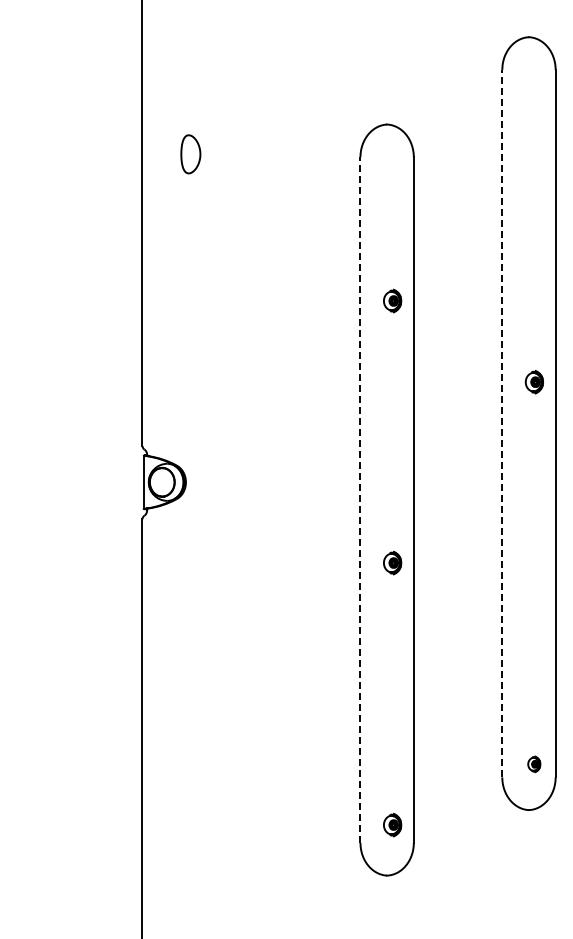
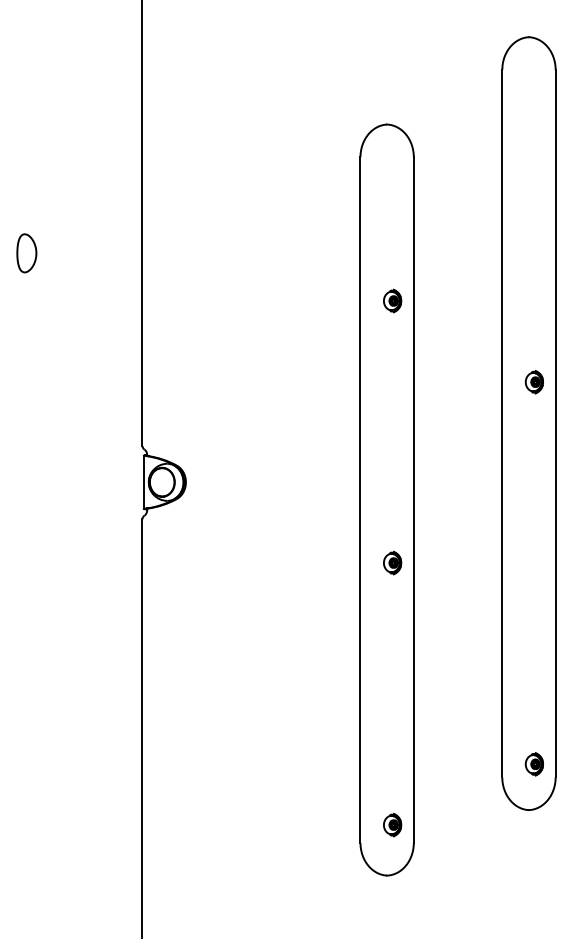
part at (190, 154) position: (190, 154) -> (26, 253)
line at (502, 423): dashed -> solid
line at (360, 500): dashed -> solid
part at (534, 764) size: 15x19 px -> 20x25 px
